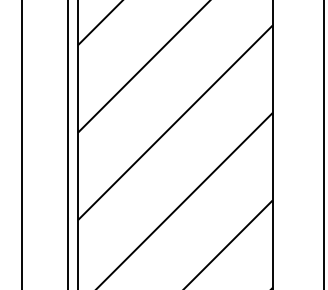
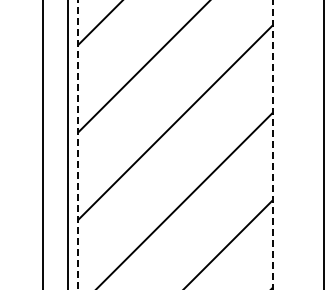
line at (22, 144) position: (22, 144) -> (43, 144)
line at (272, 144): solid -> dashed
line at (77, 145): solid -> dashed
